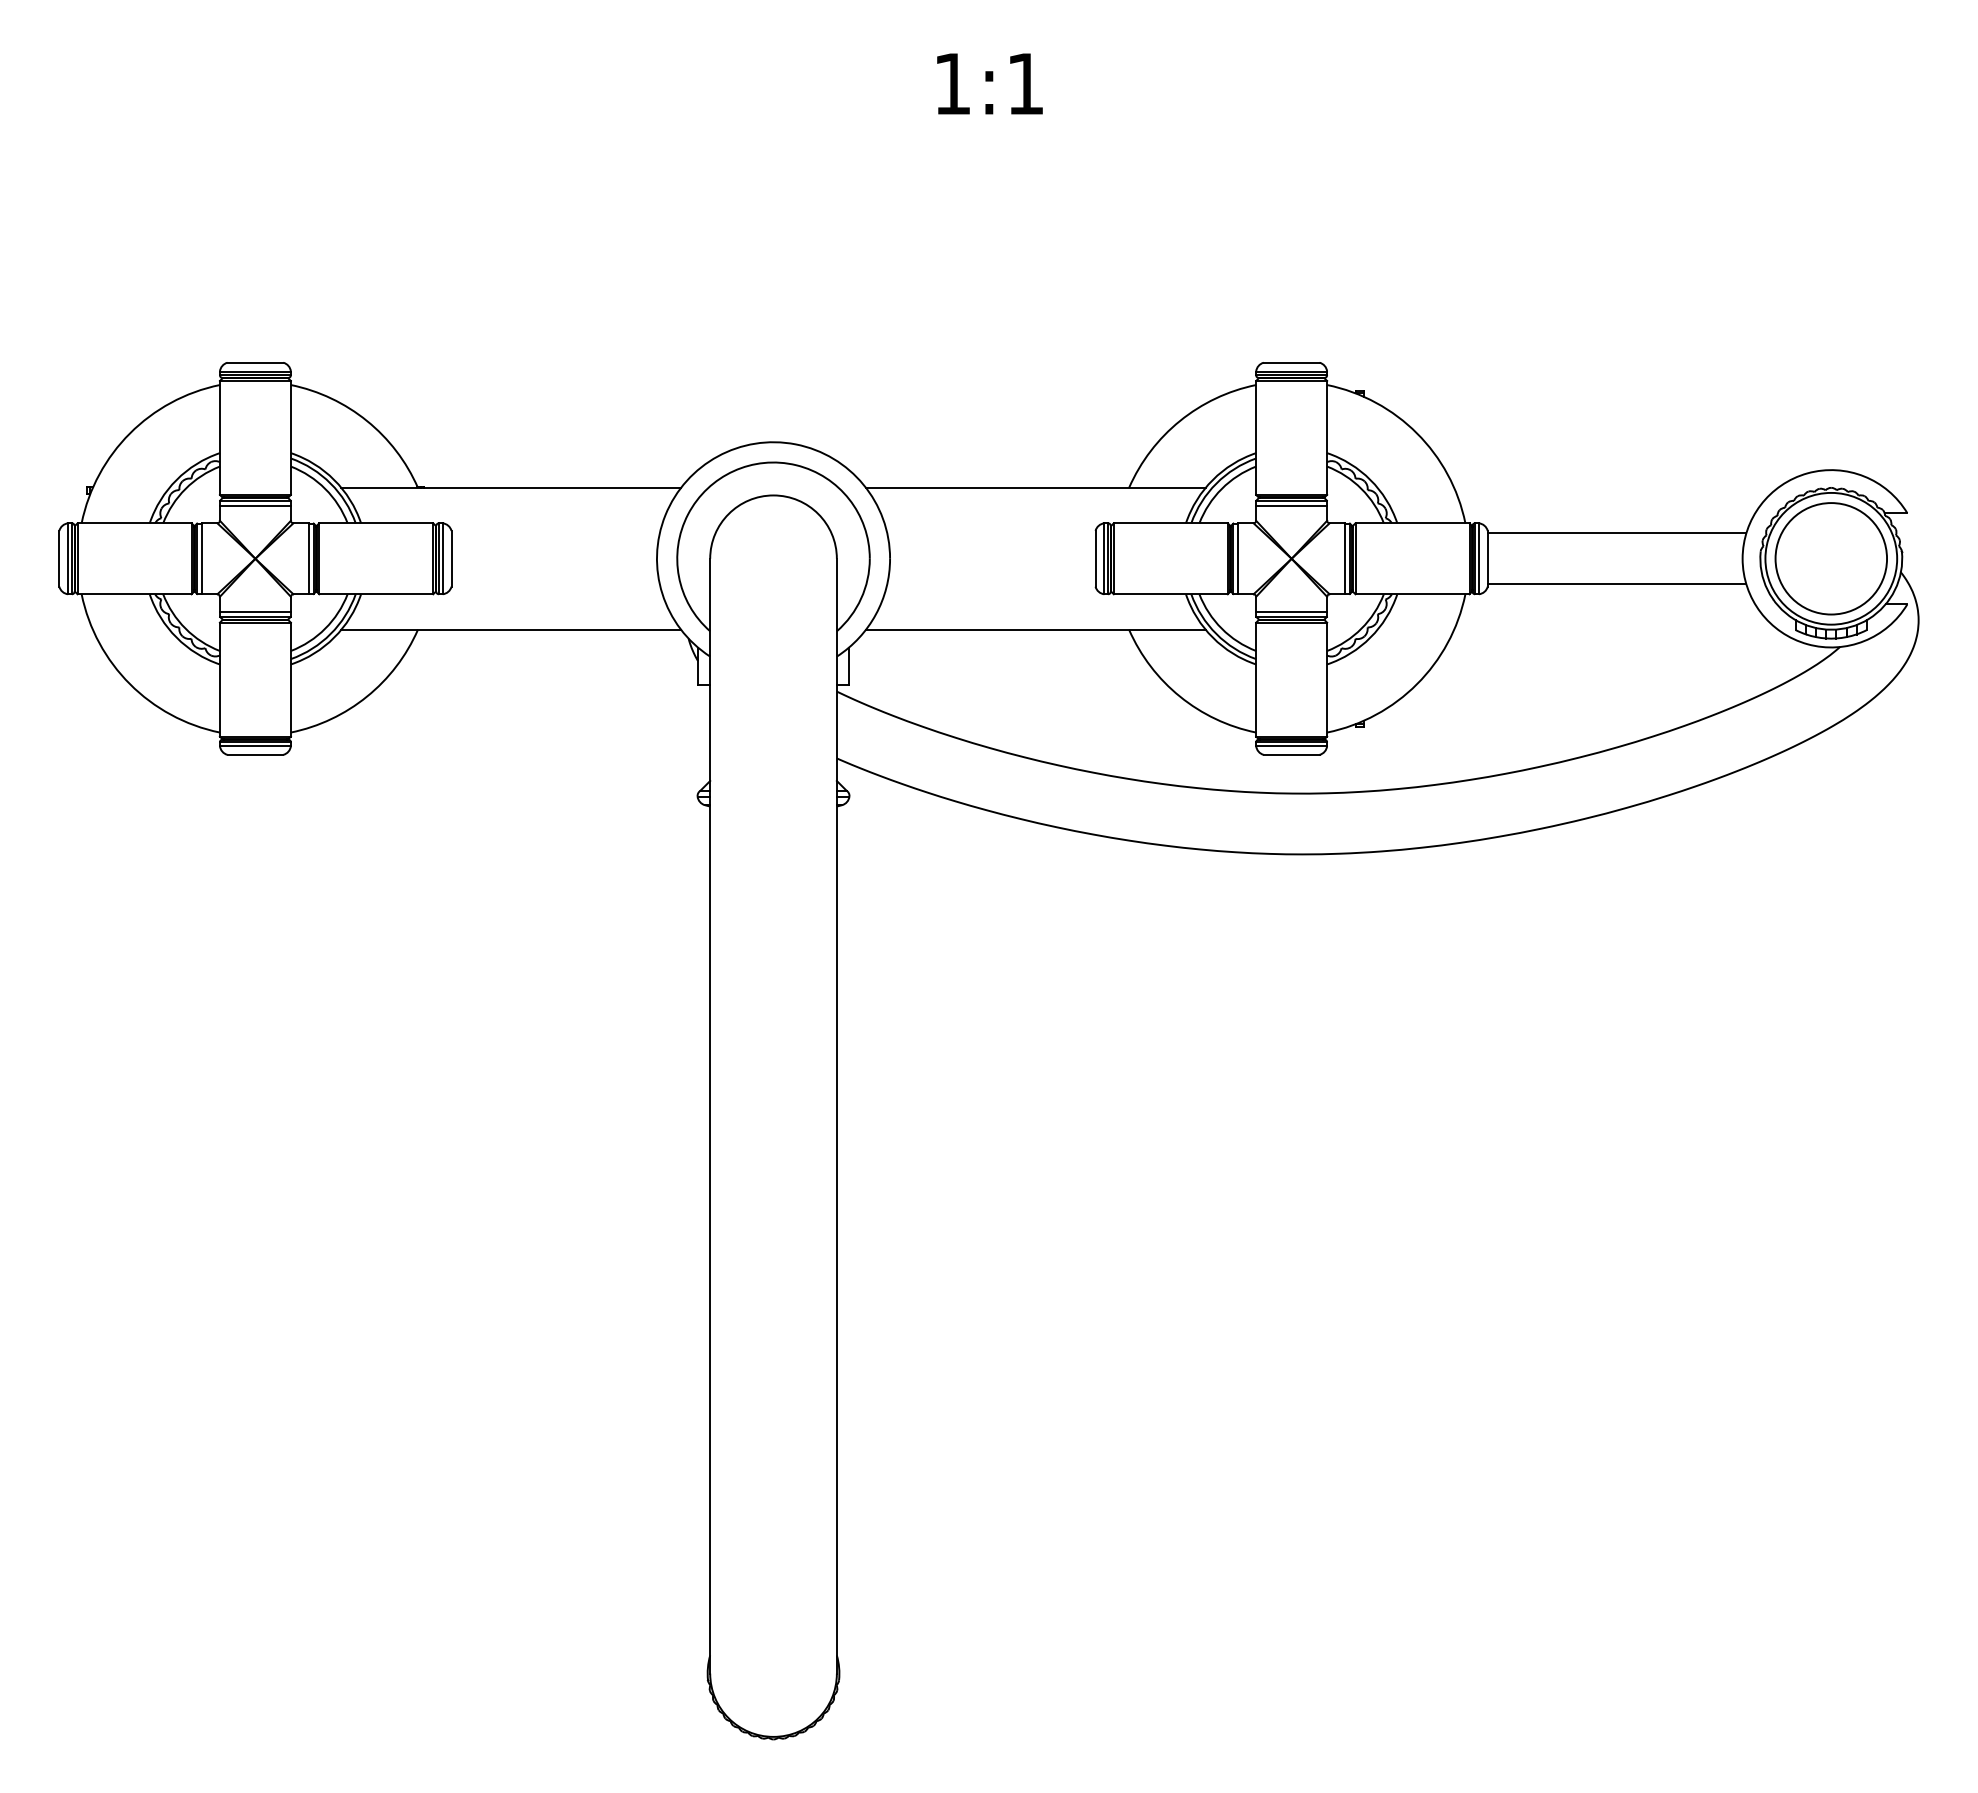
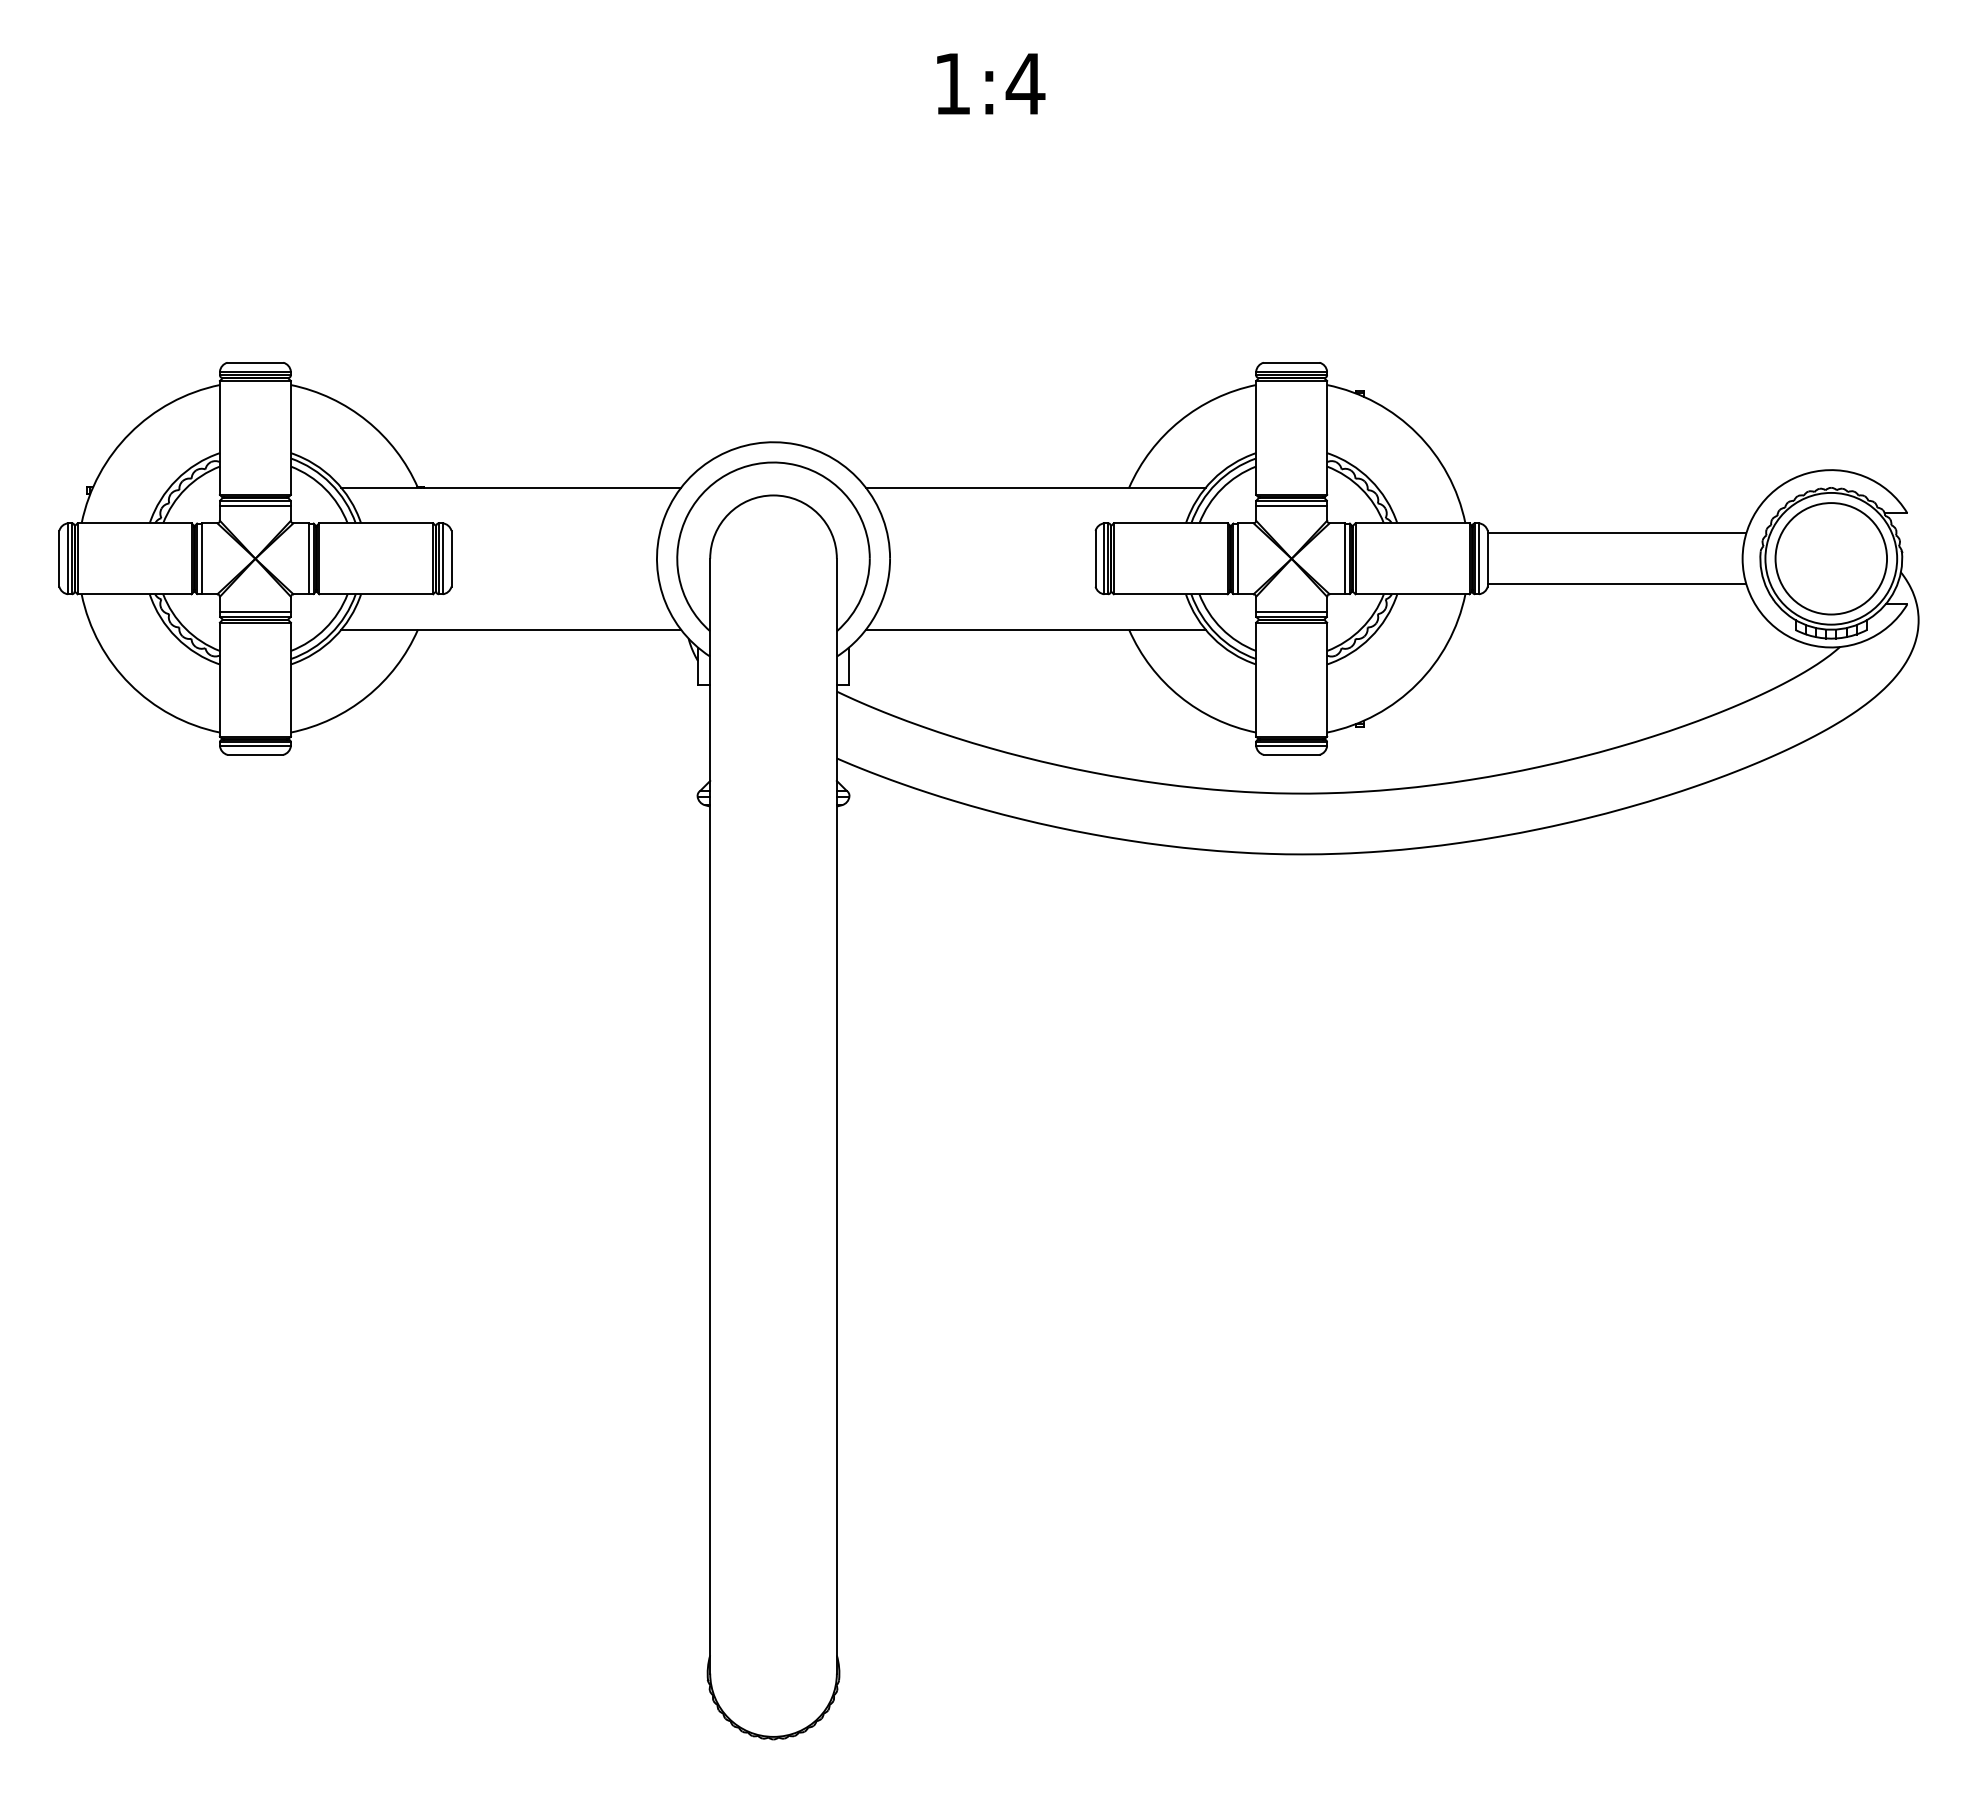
text at (1025, 83): 1:1 -> 1:4
